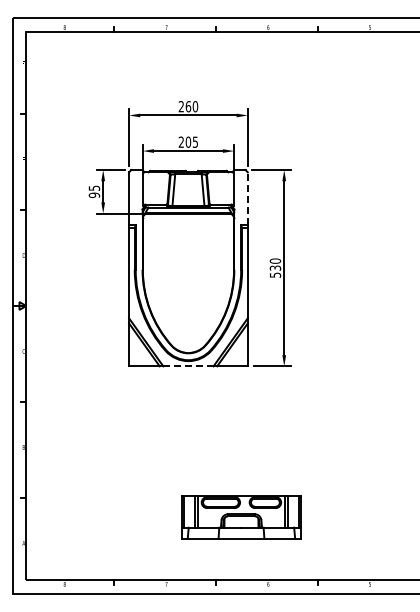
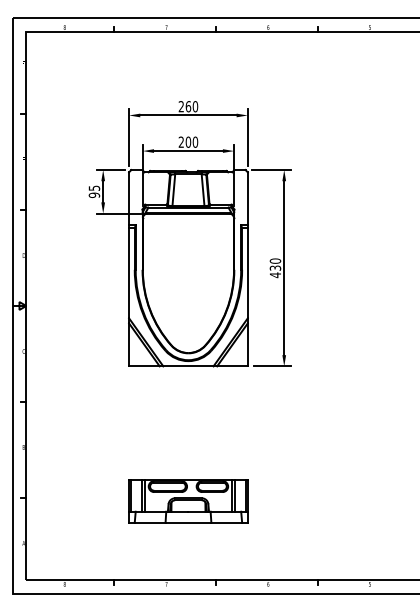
text at (195, 141): 205 -> 200
line at (247, 198): dashed -> solid
text at (275, 275): 530 -> 430
line at (188, 366): dashed -> solid
part at (241, 517) position: (241, 517) -> (188, 501)
